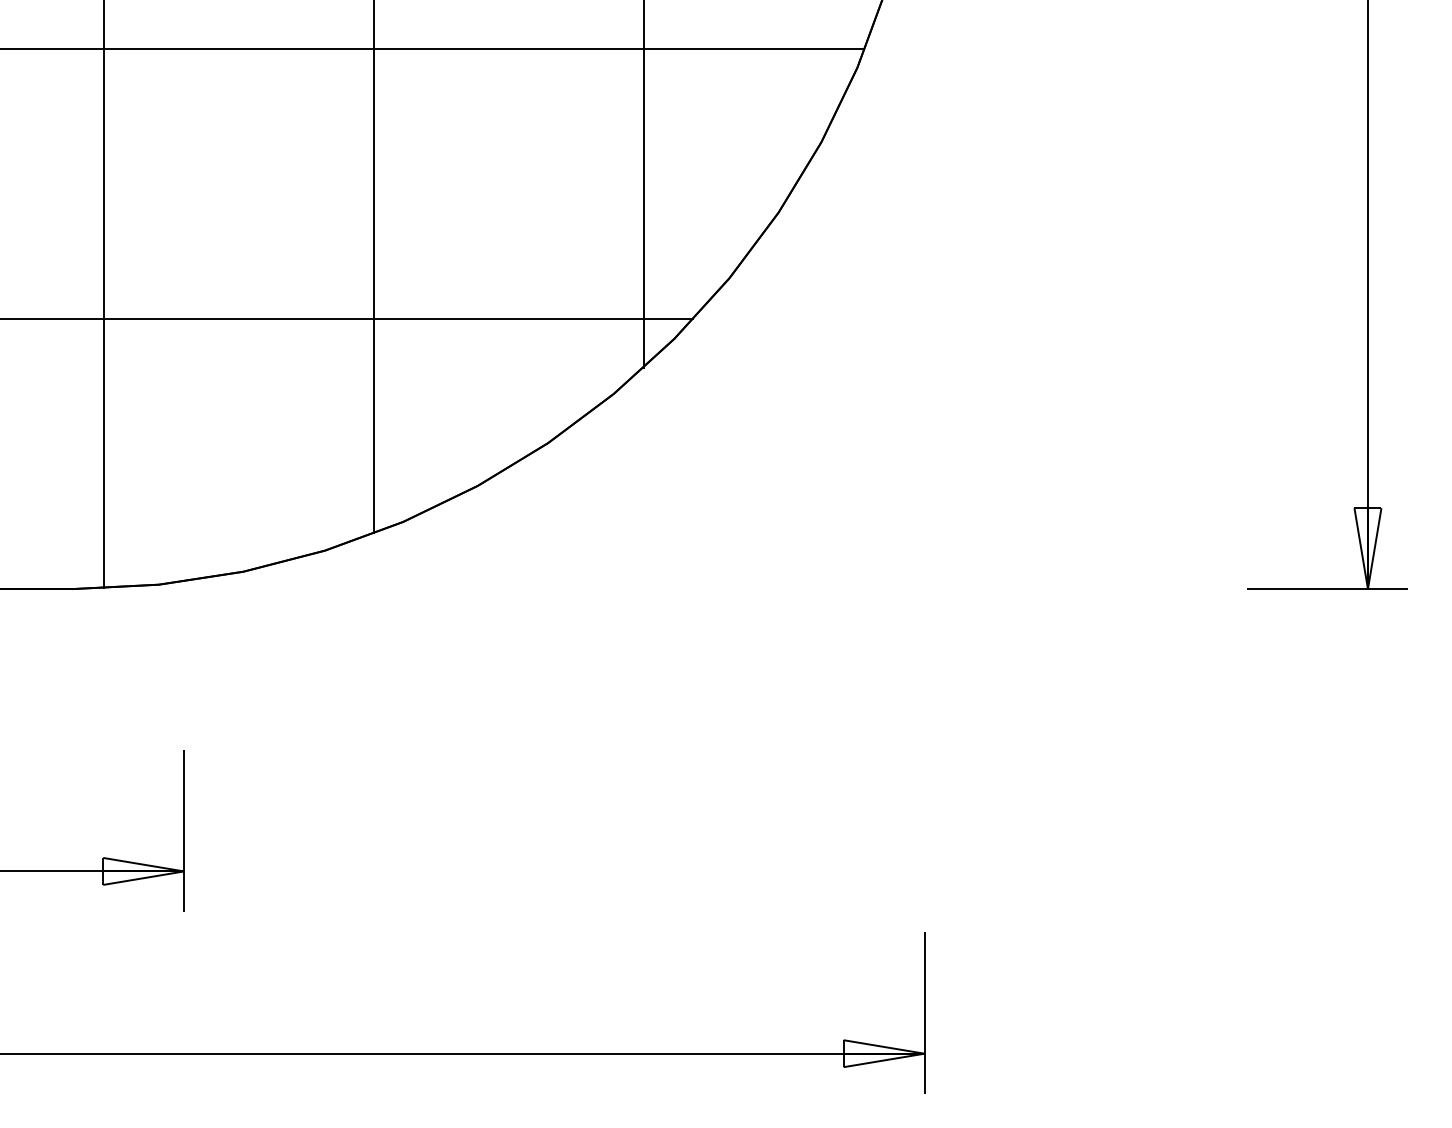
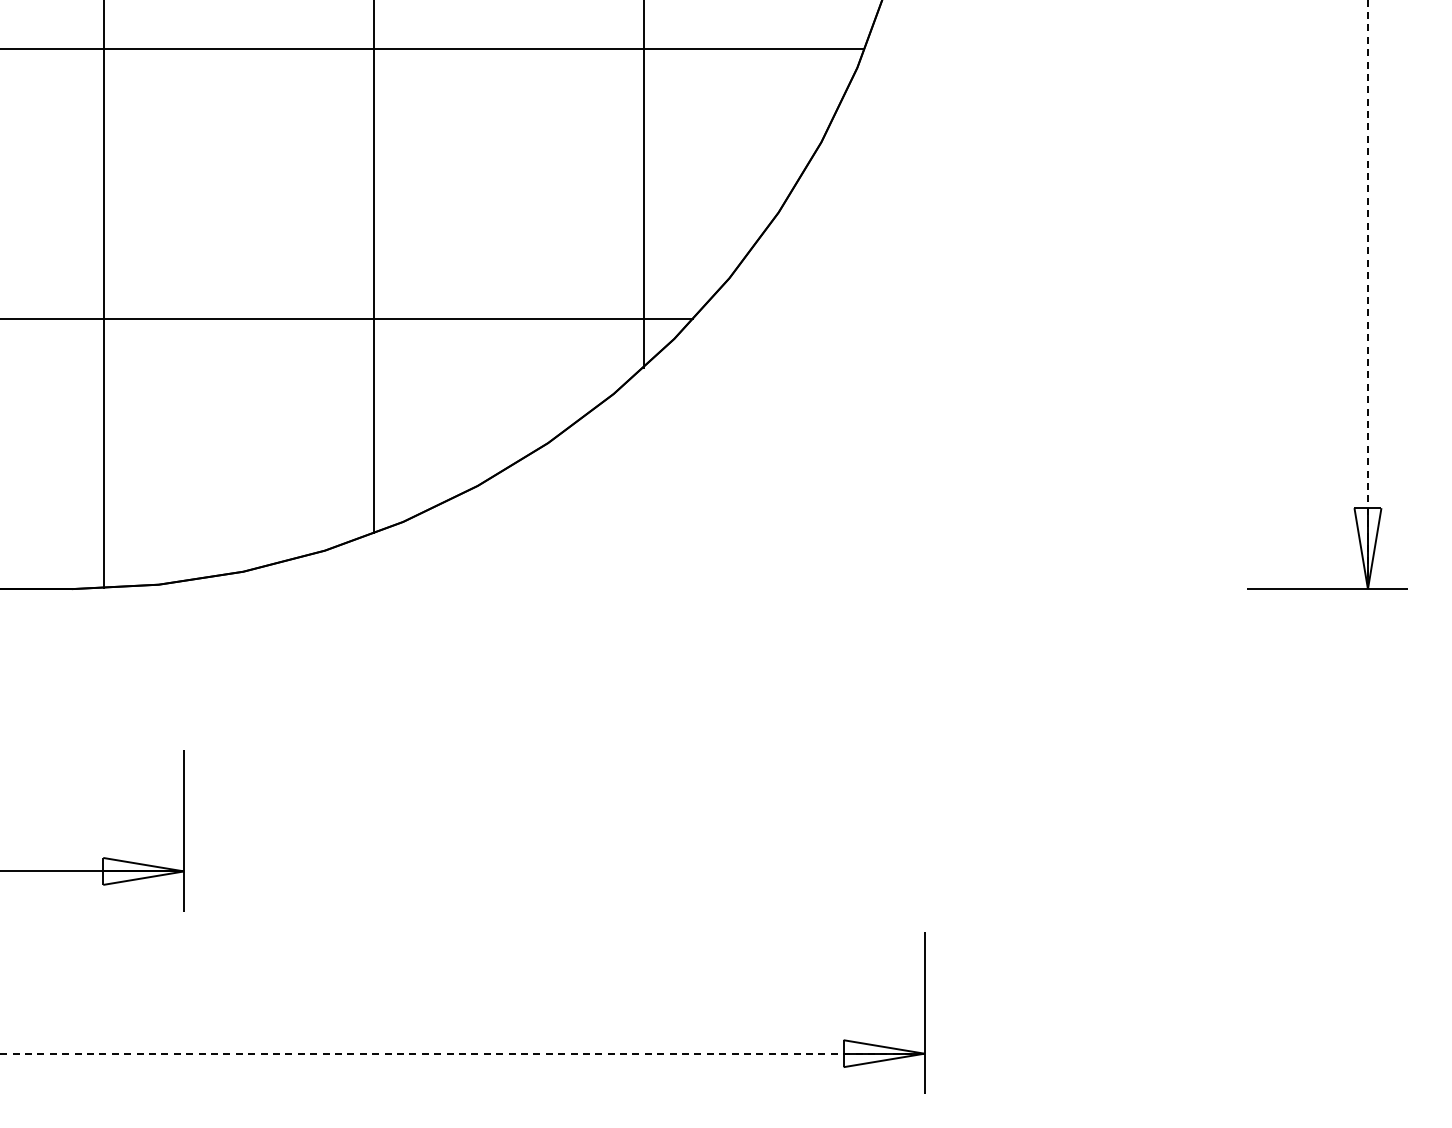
line at (1367, 294): solid -> dashed
line at (461, 1053): solid -> dashed
